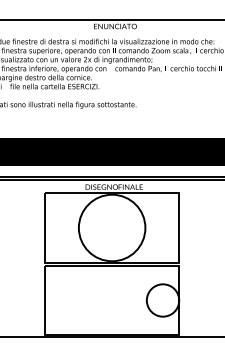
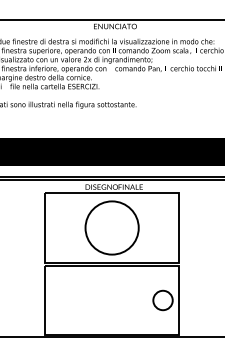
circle at (111, 227) diameter: 67 px -> 53 px
circle at (162, 300) diameter: 32 px -> 19 px
